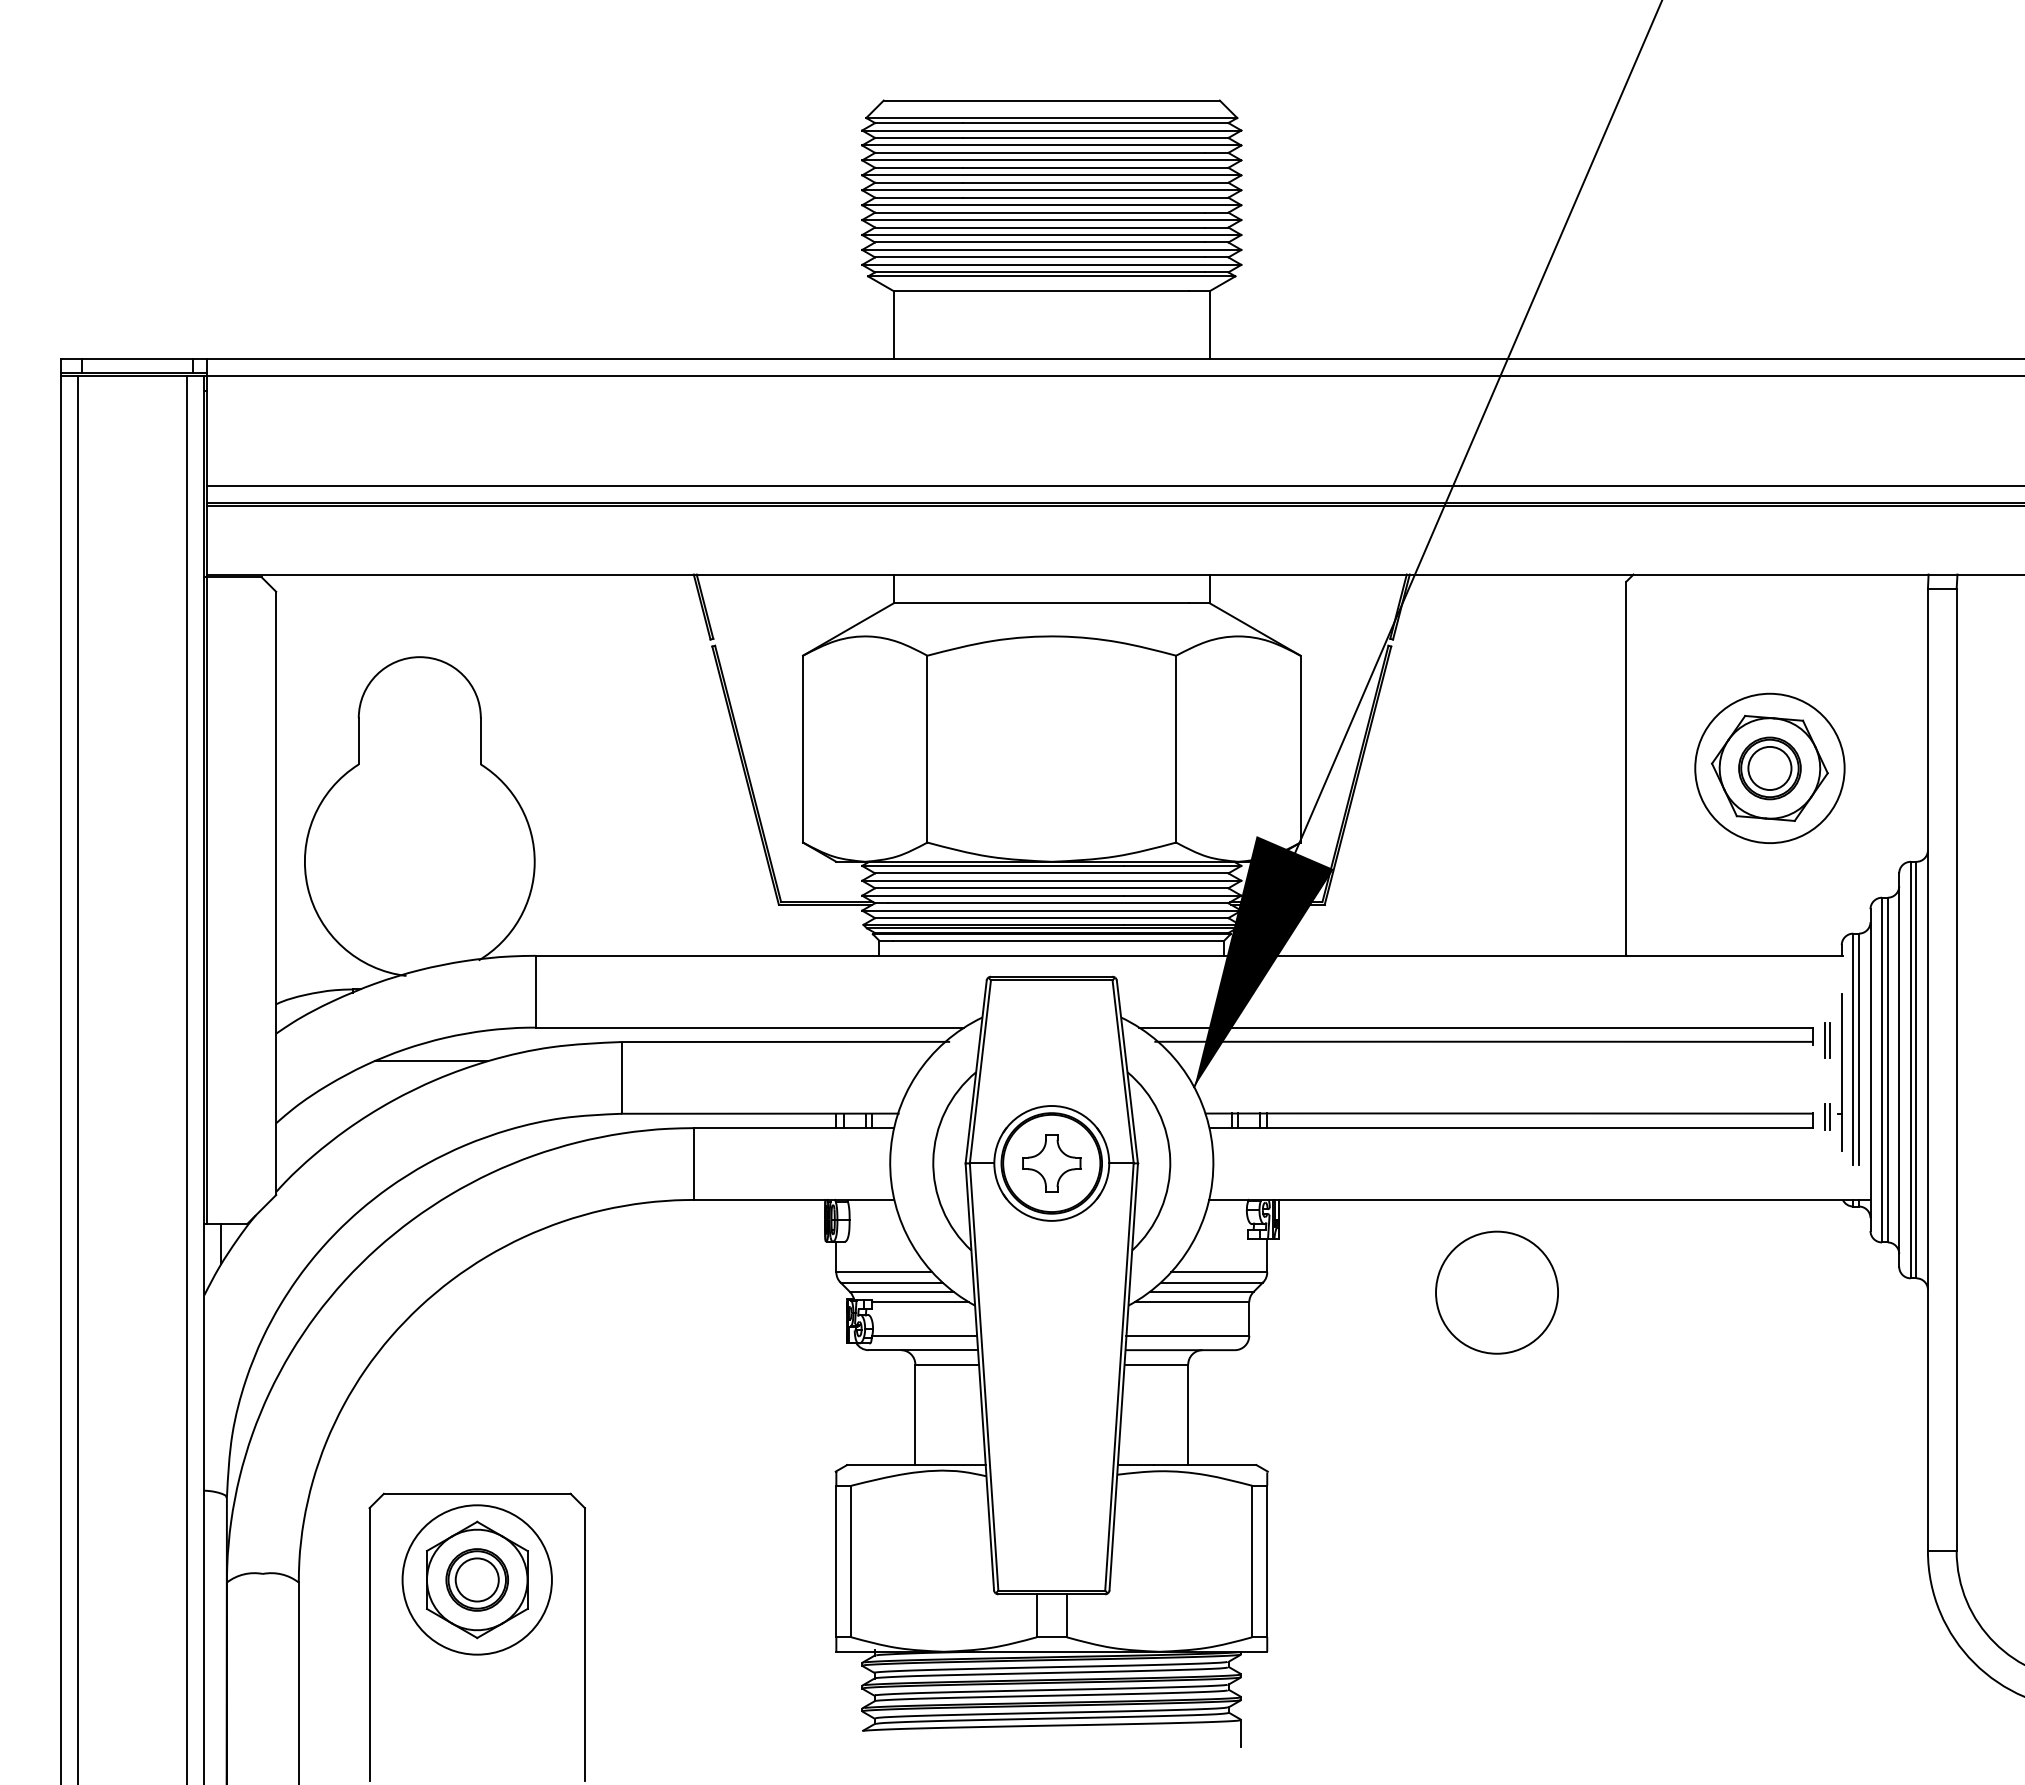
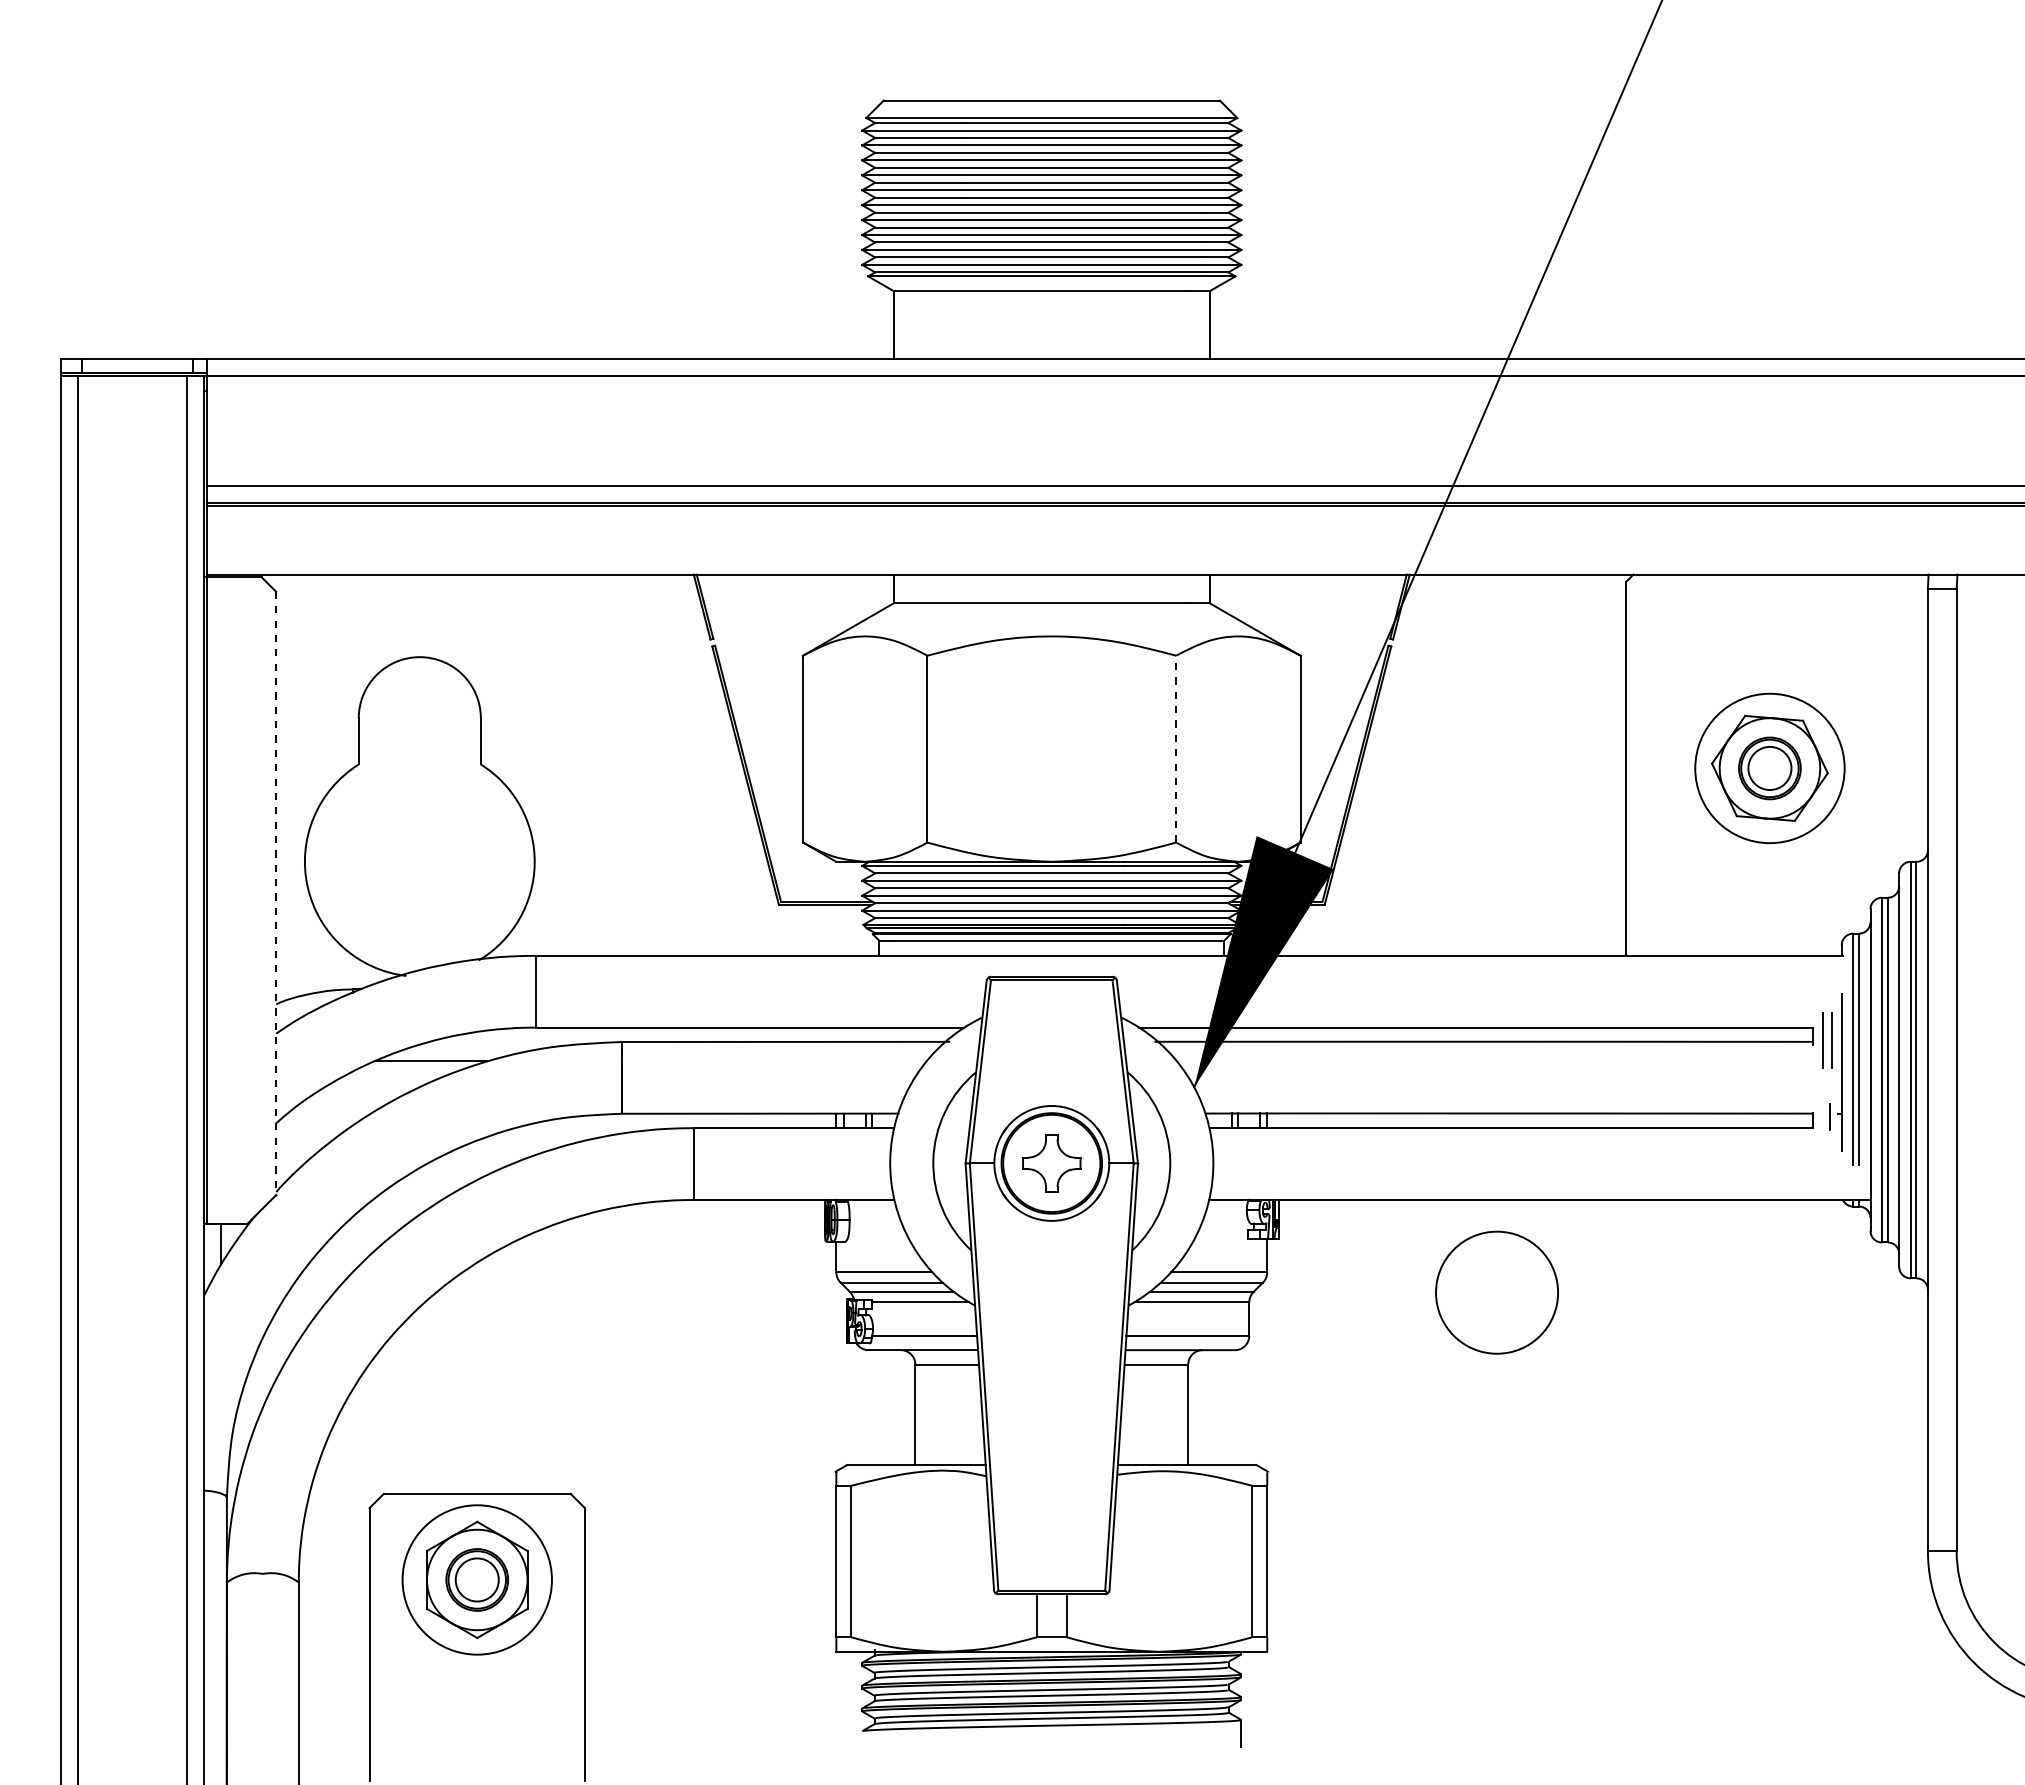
line at (1176, 748): solid -> dashed
line at (276, 893): solid -> dashed
part at (1827, 1040) size: 7x37 px -> 11x57 px
line at (1824, 1116): present -> none
